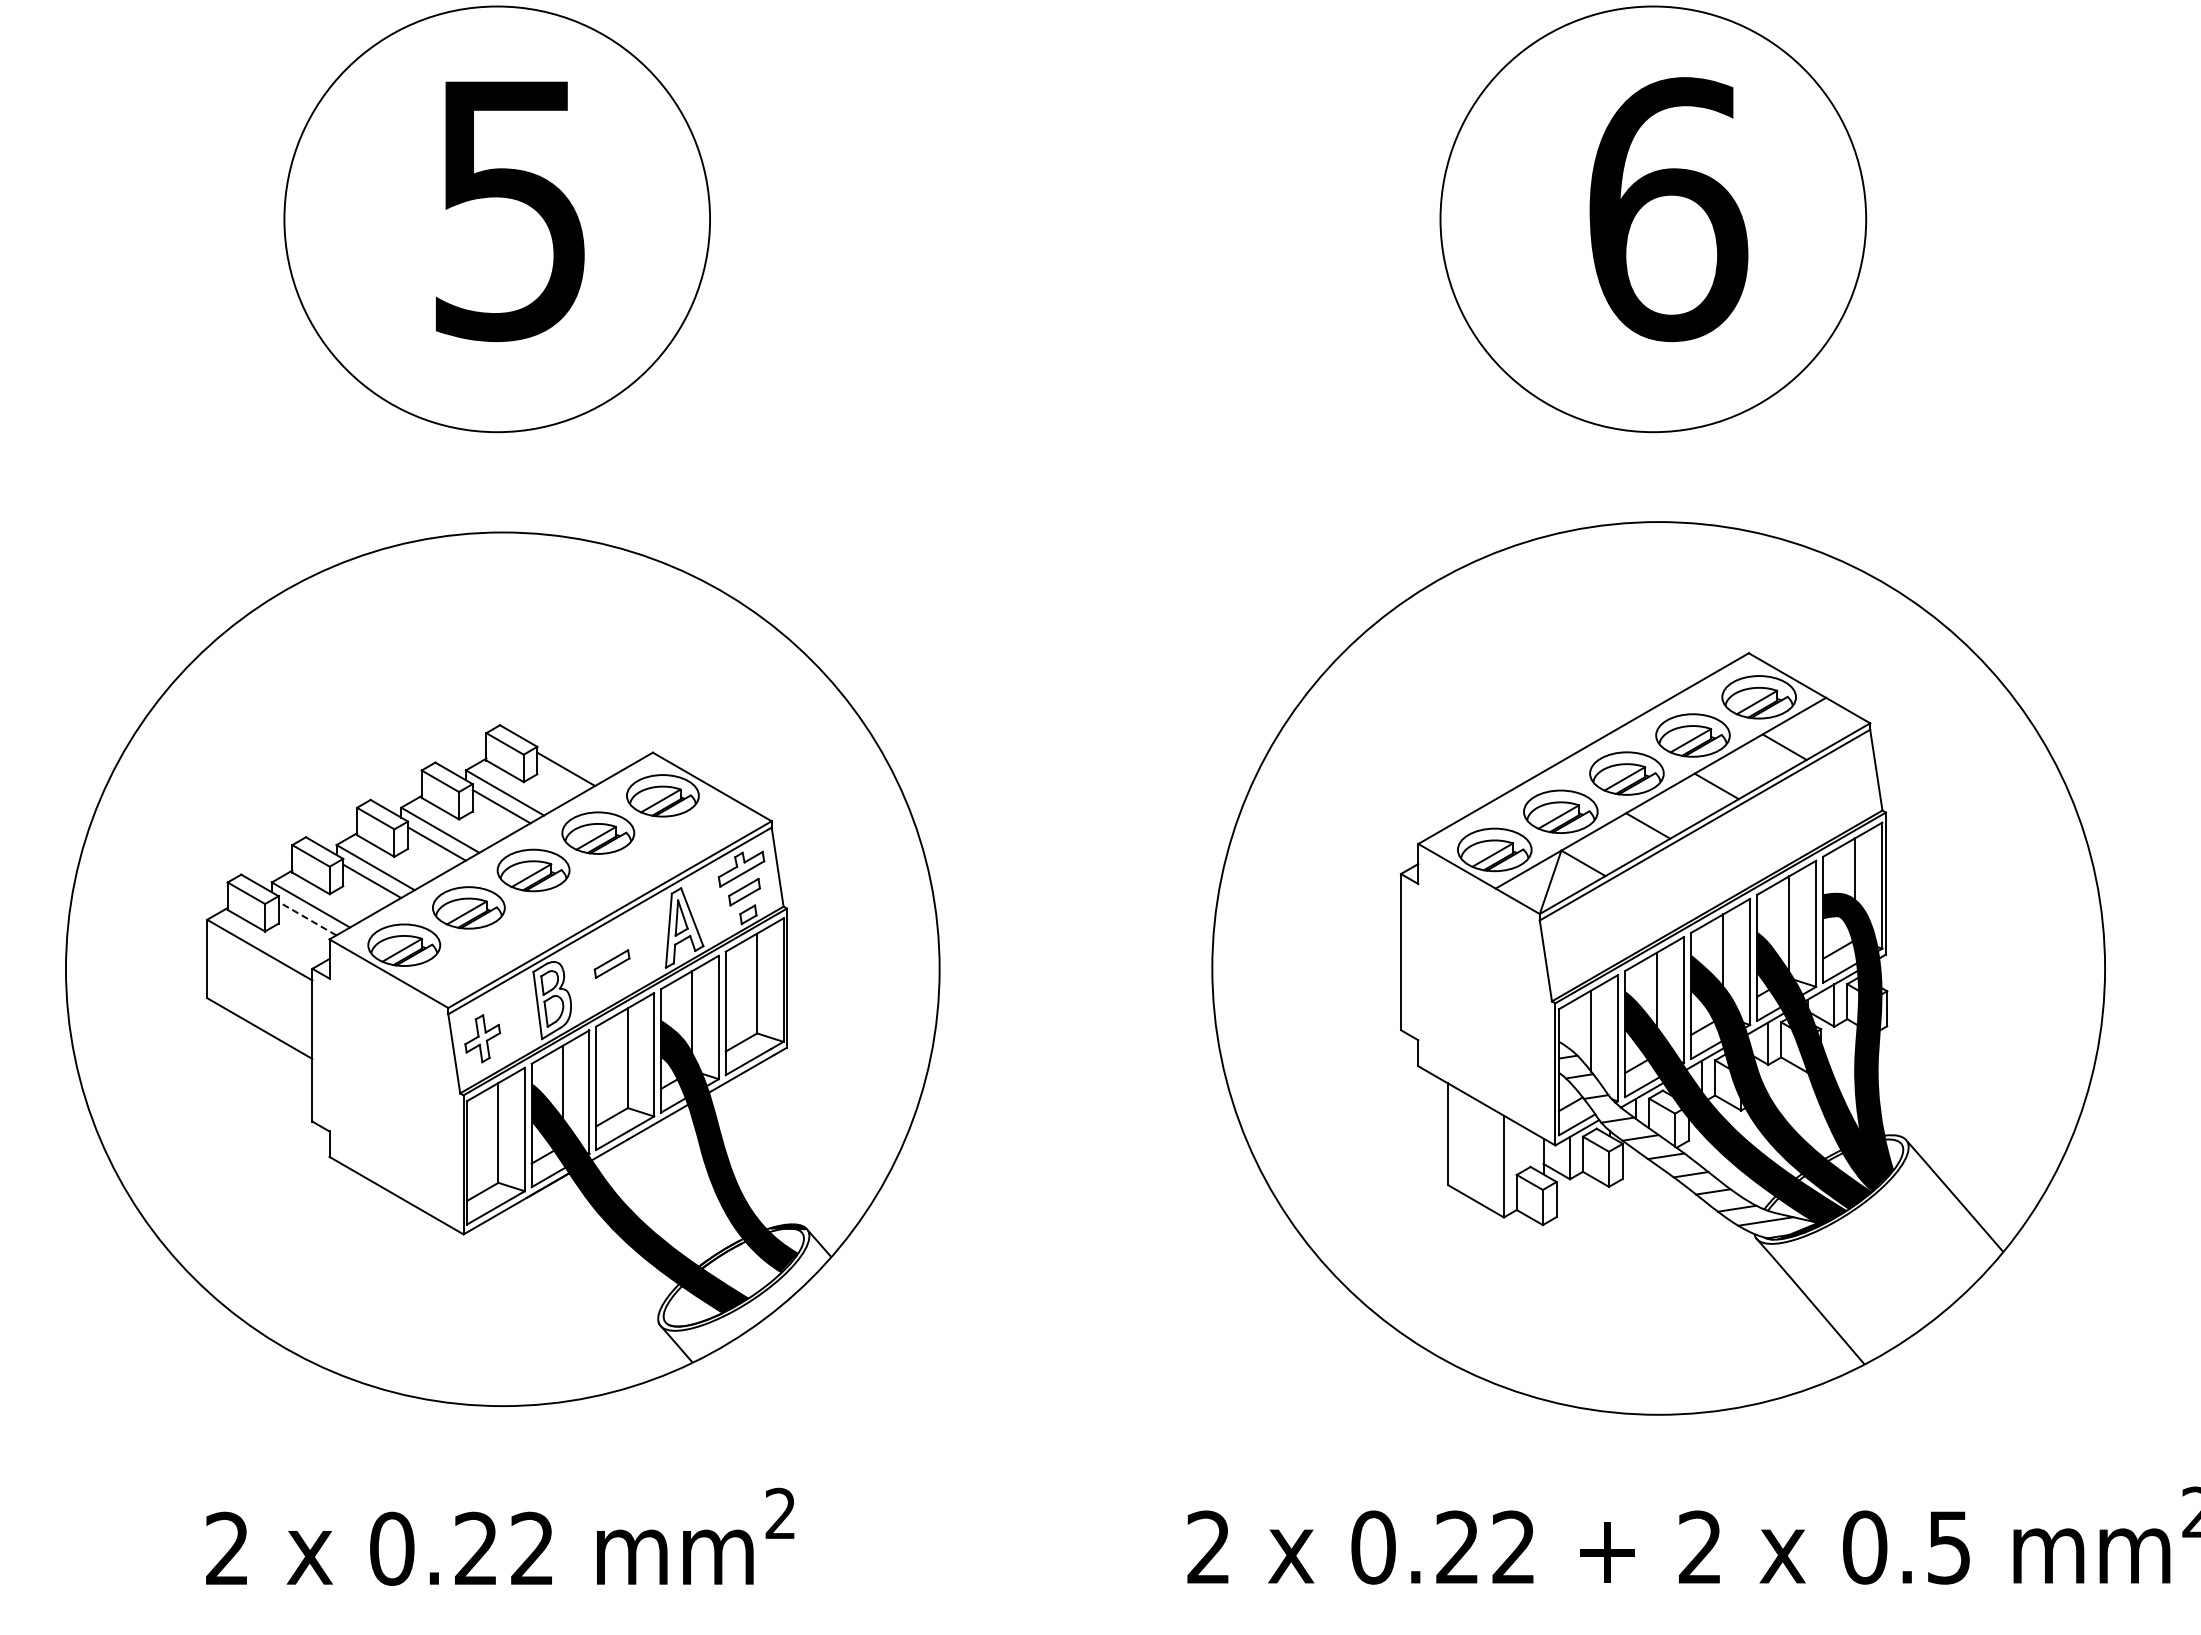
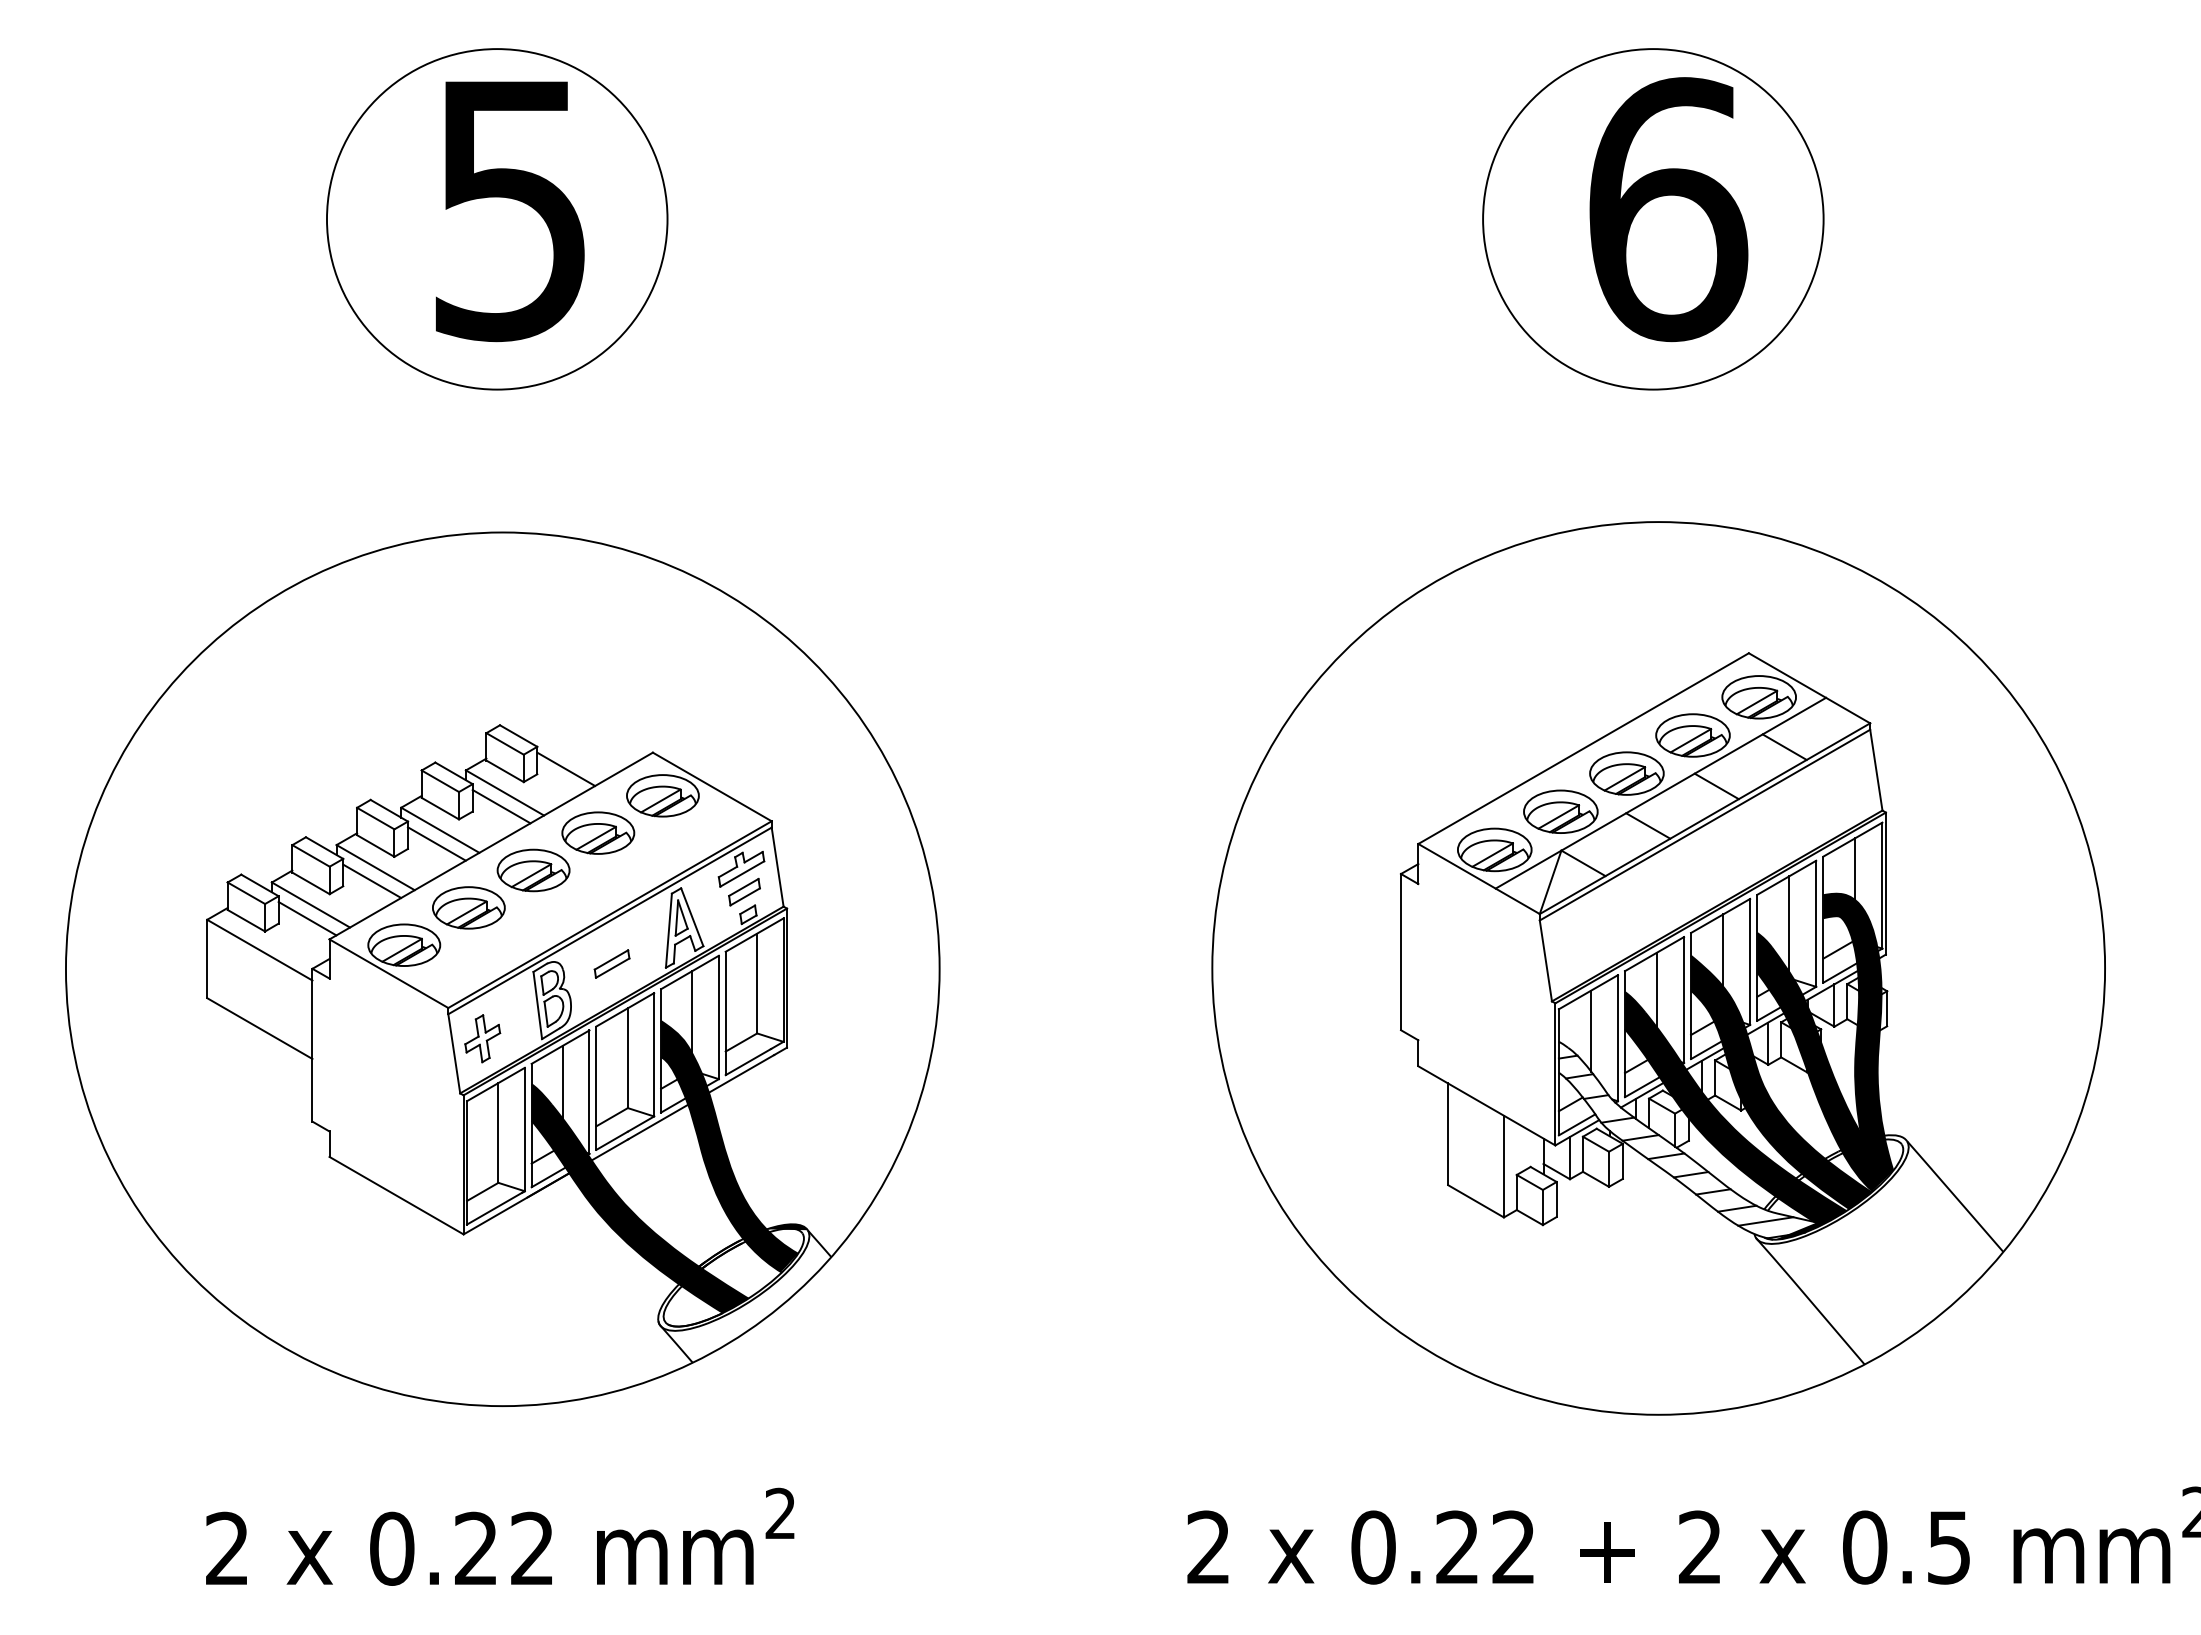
circle at (497, 219) diameter: 426 px -> 341 px
circle at (1653, 219) diameter: 426 px -> 341 px
line at (307, 918): dashed -> solid
